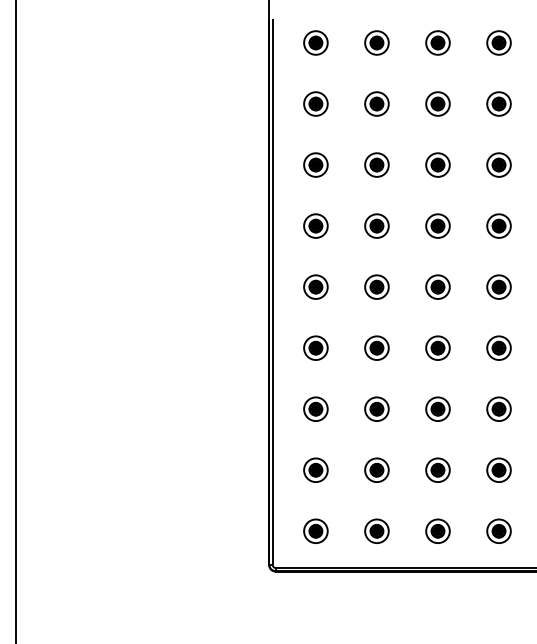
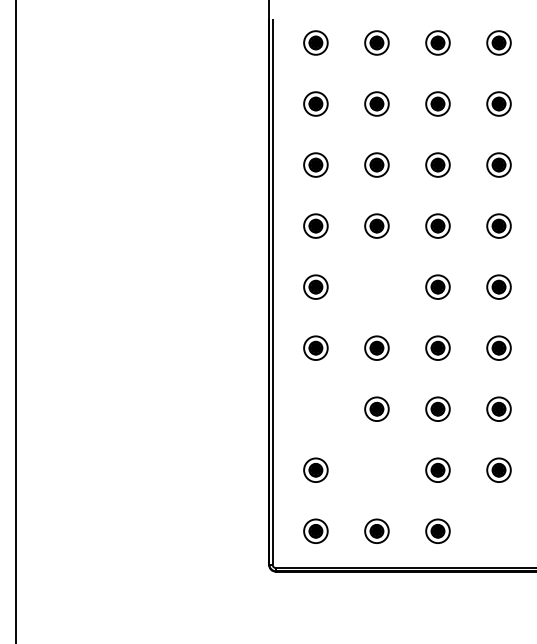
part at (376, 286): present -> none
part at (315, 408): present -> none
part at (376, 469): present -> none
part at (498, 530): present -> none
